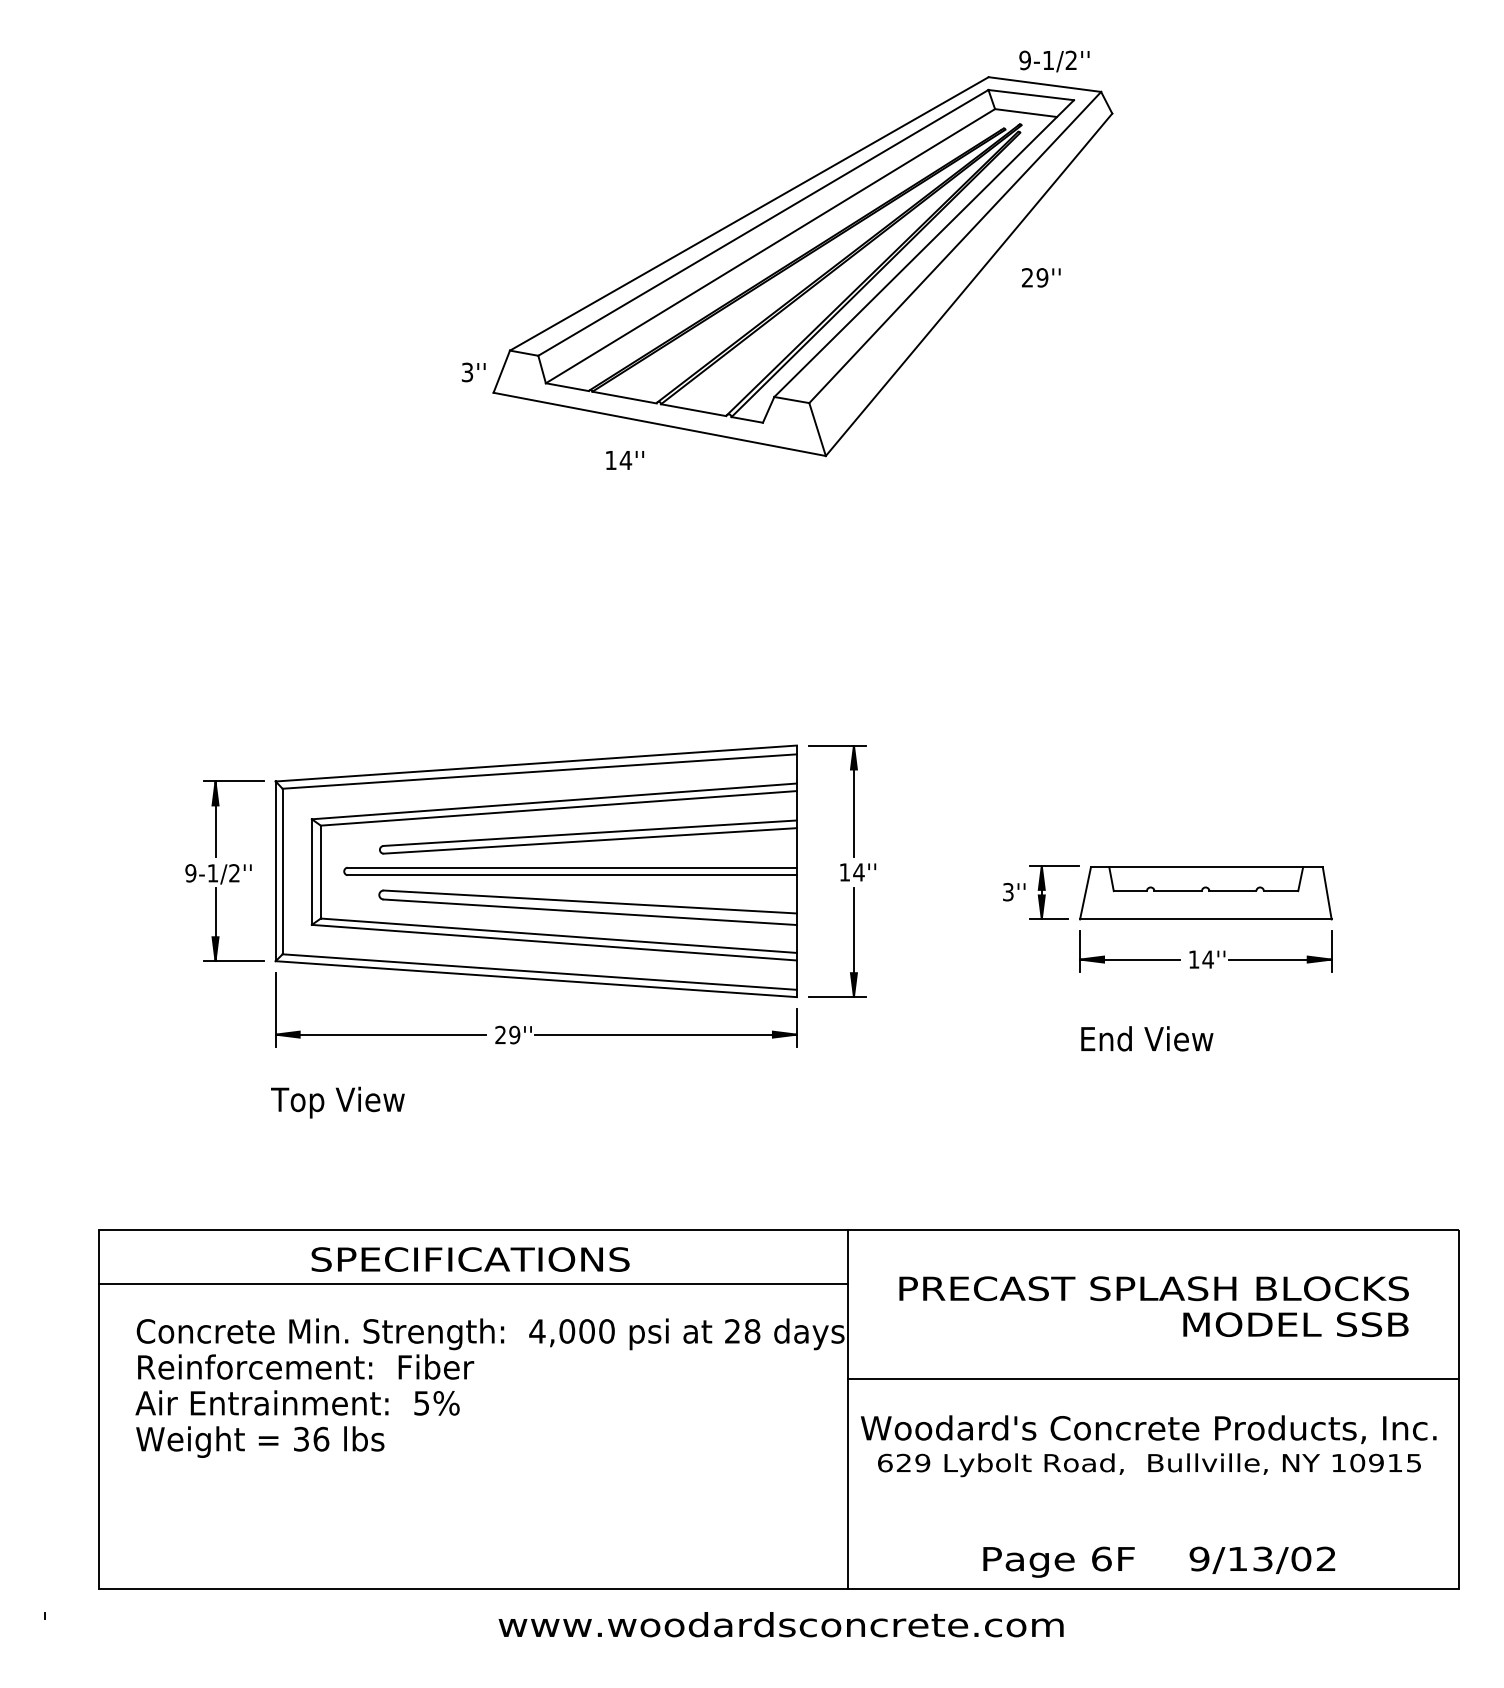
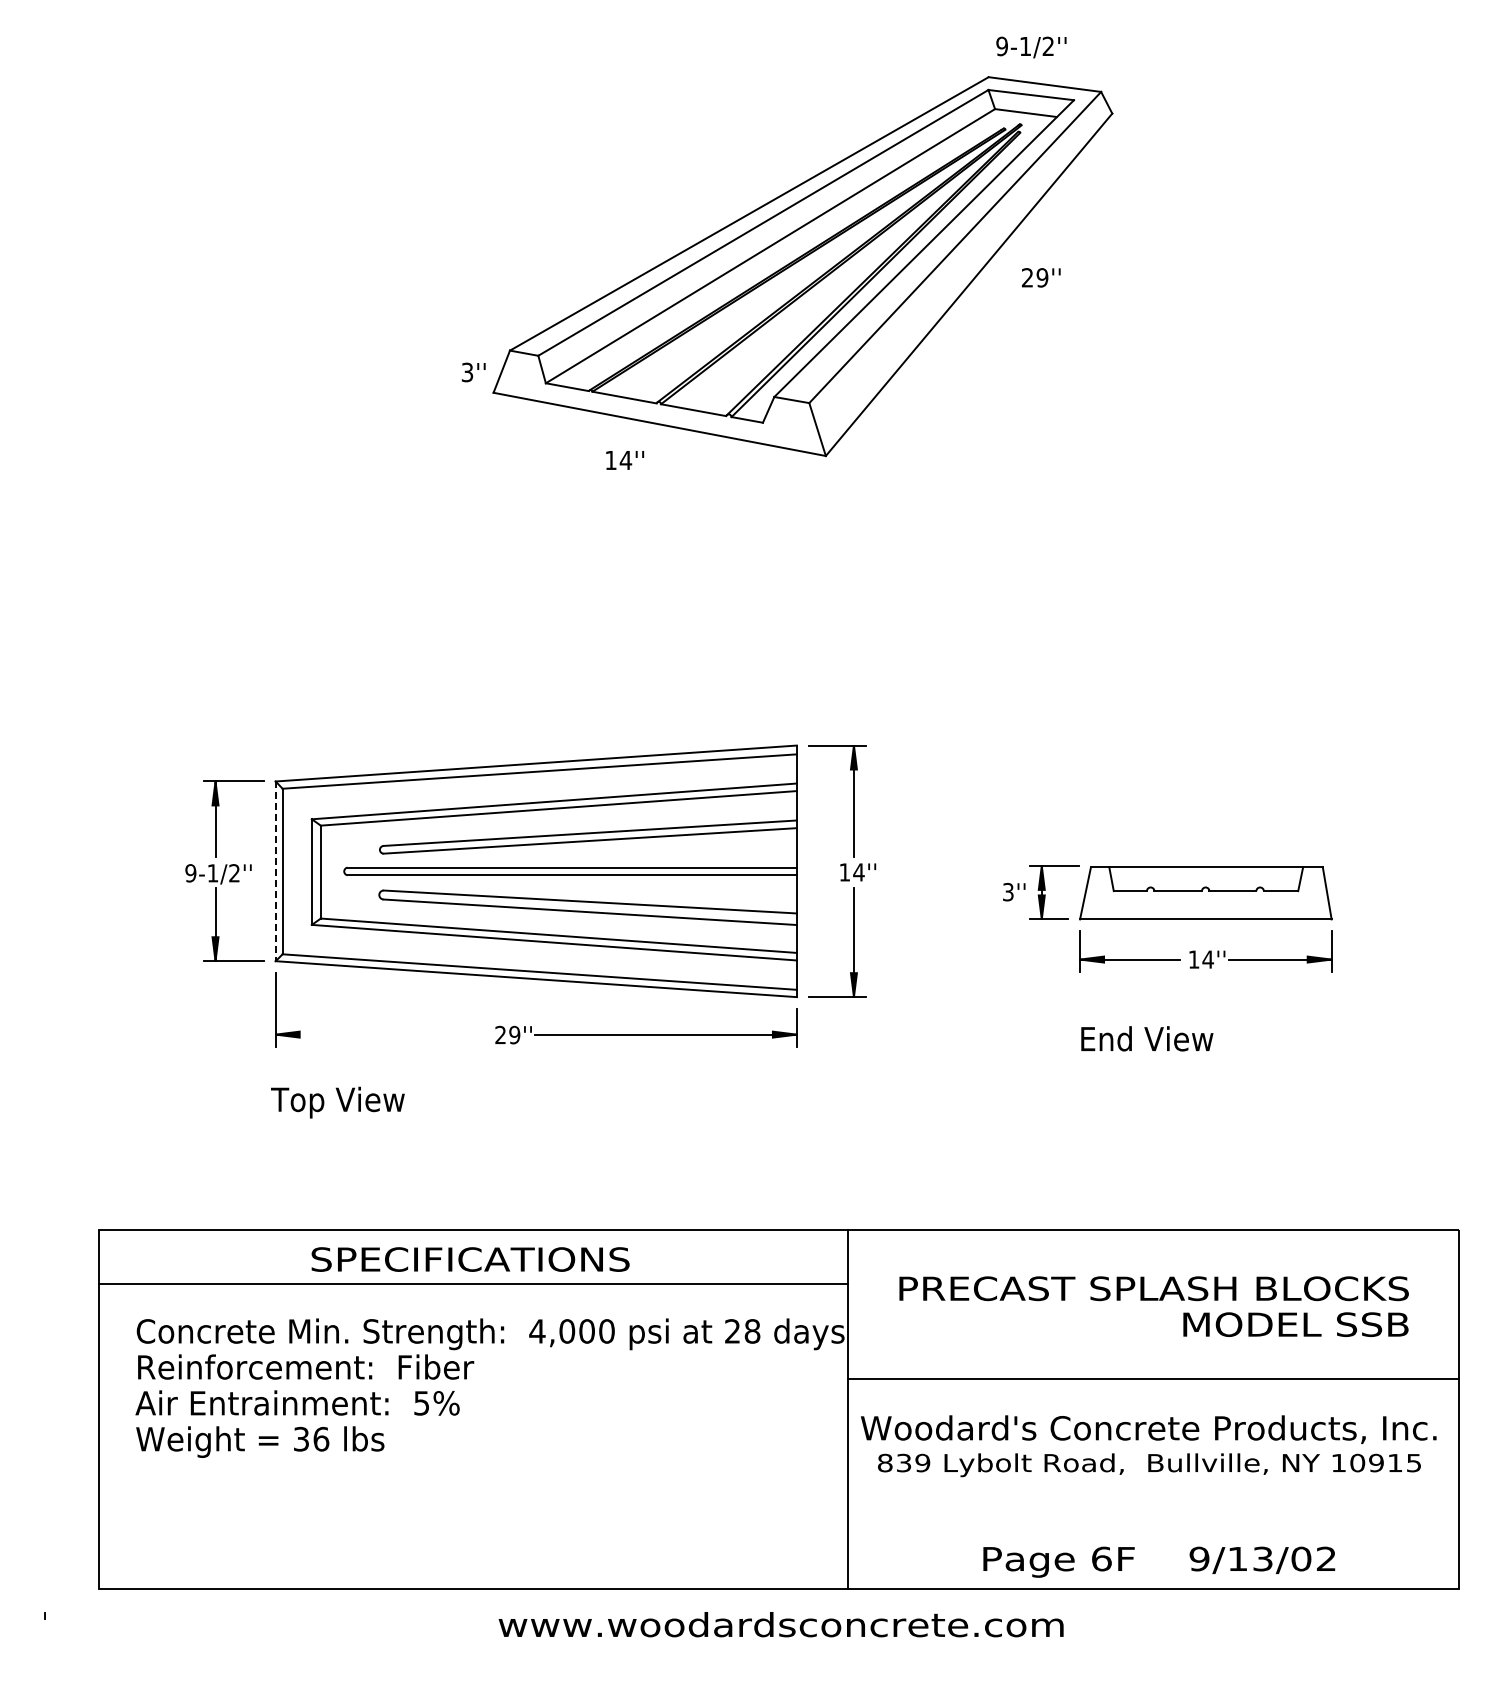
text at (1054, 61) position: (1054, 61) -> (1031, 47)
line at (275, 871): solid -> dashed
line at (380, 1034): present -> none
text at (894, 1462): 629 -> 839
